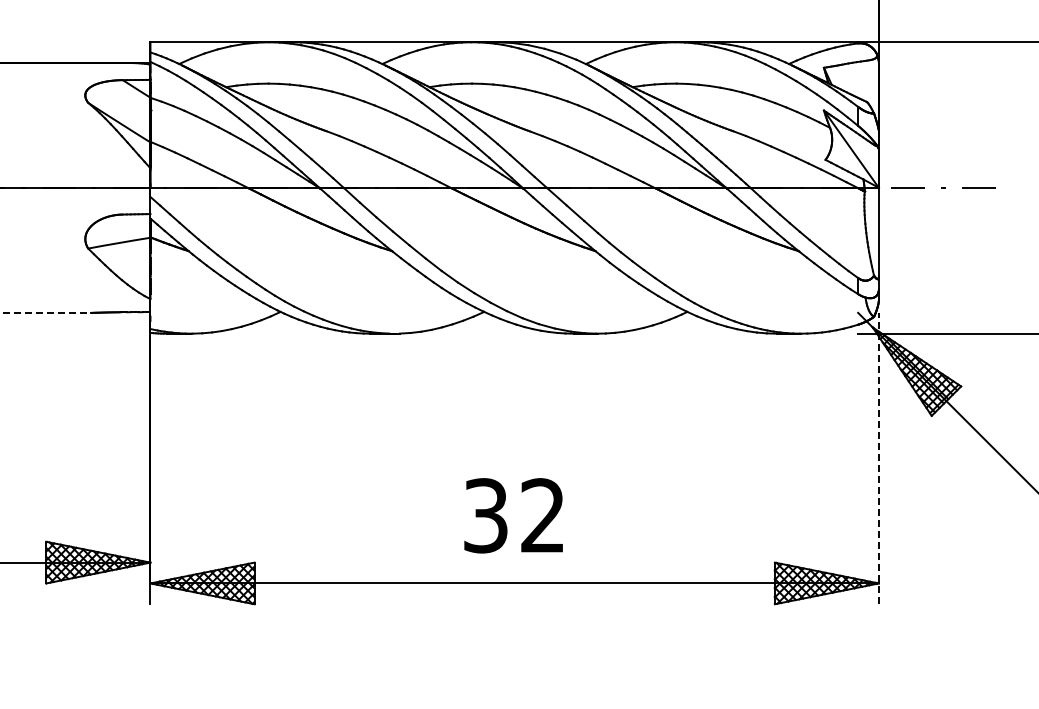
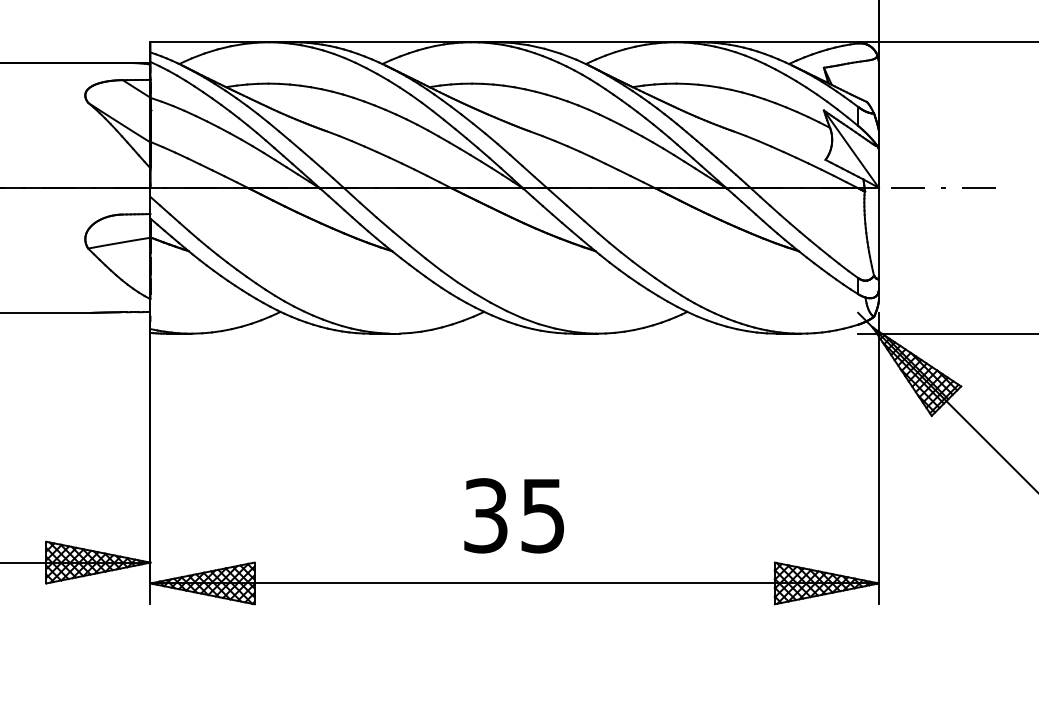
line at (45, 312): dashed -> solid
line at (878, 458): dashed -> solid
text at (542, 515): 32 -> 35
